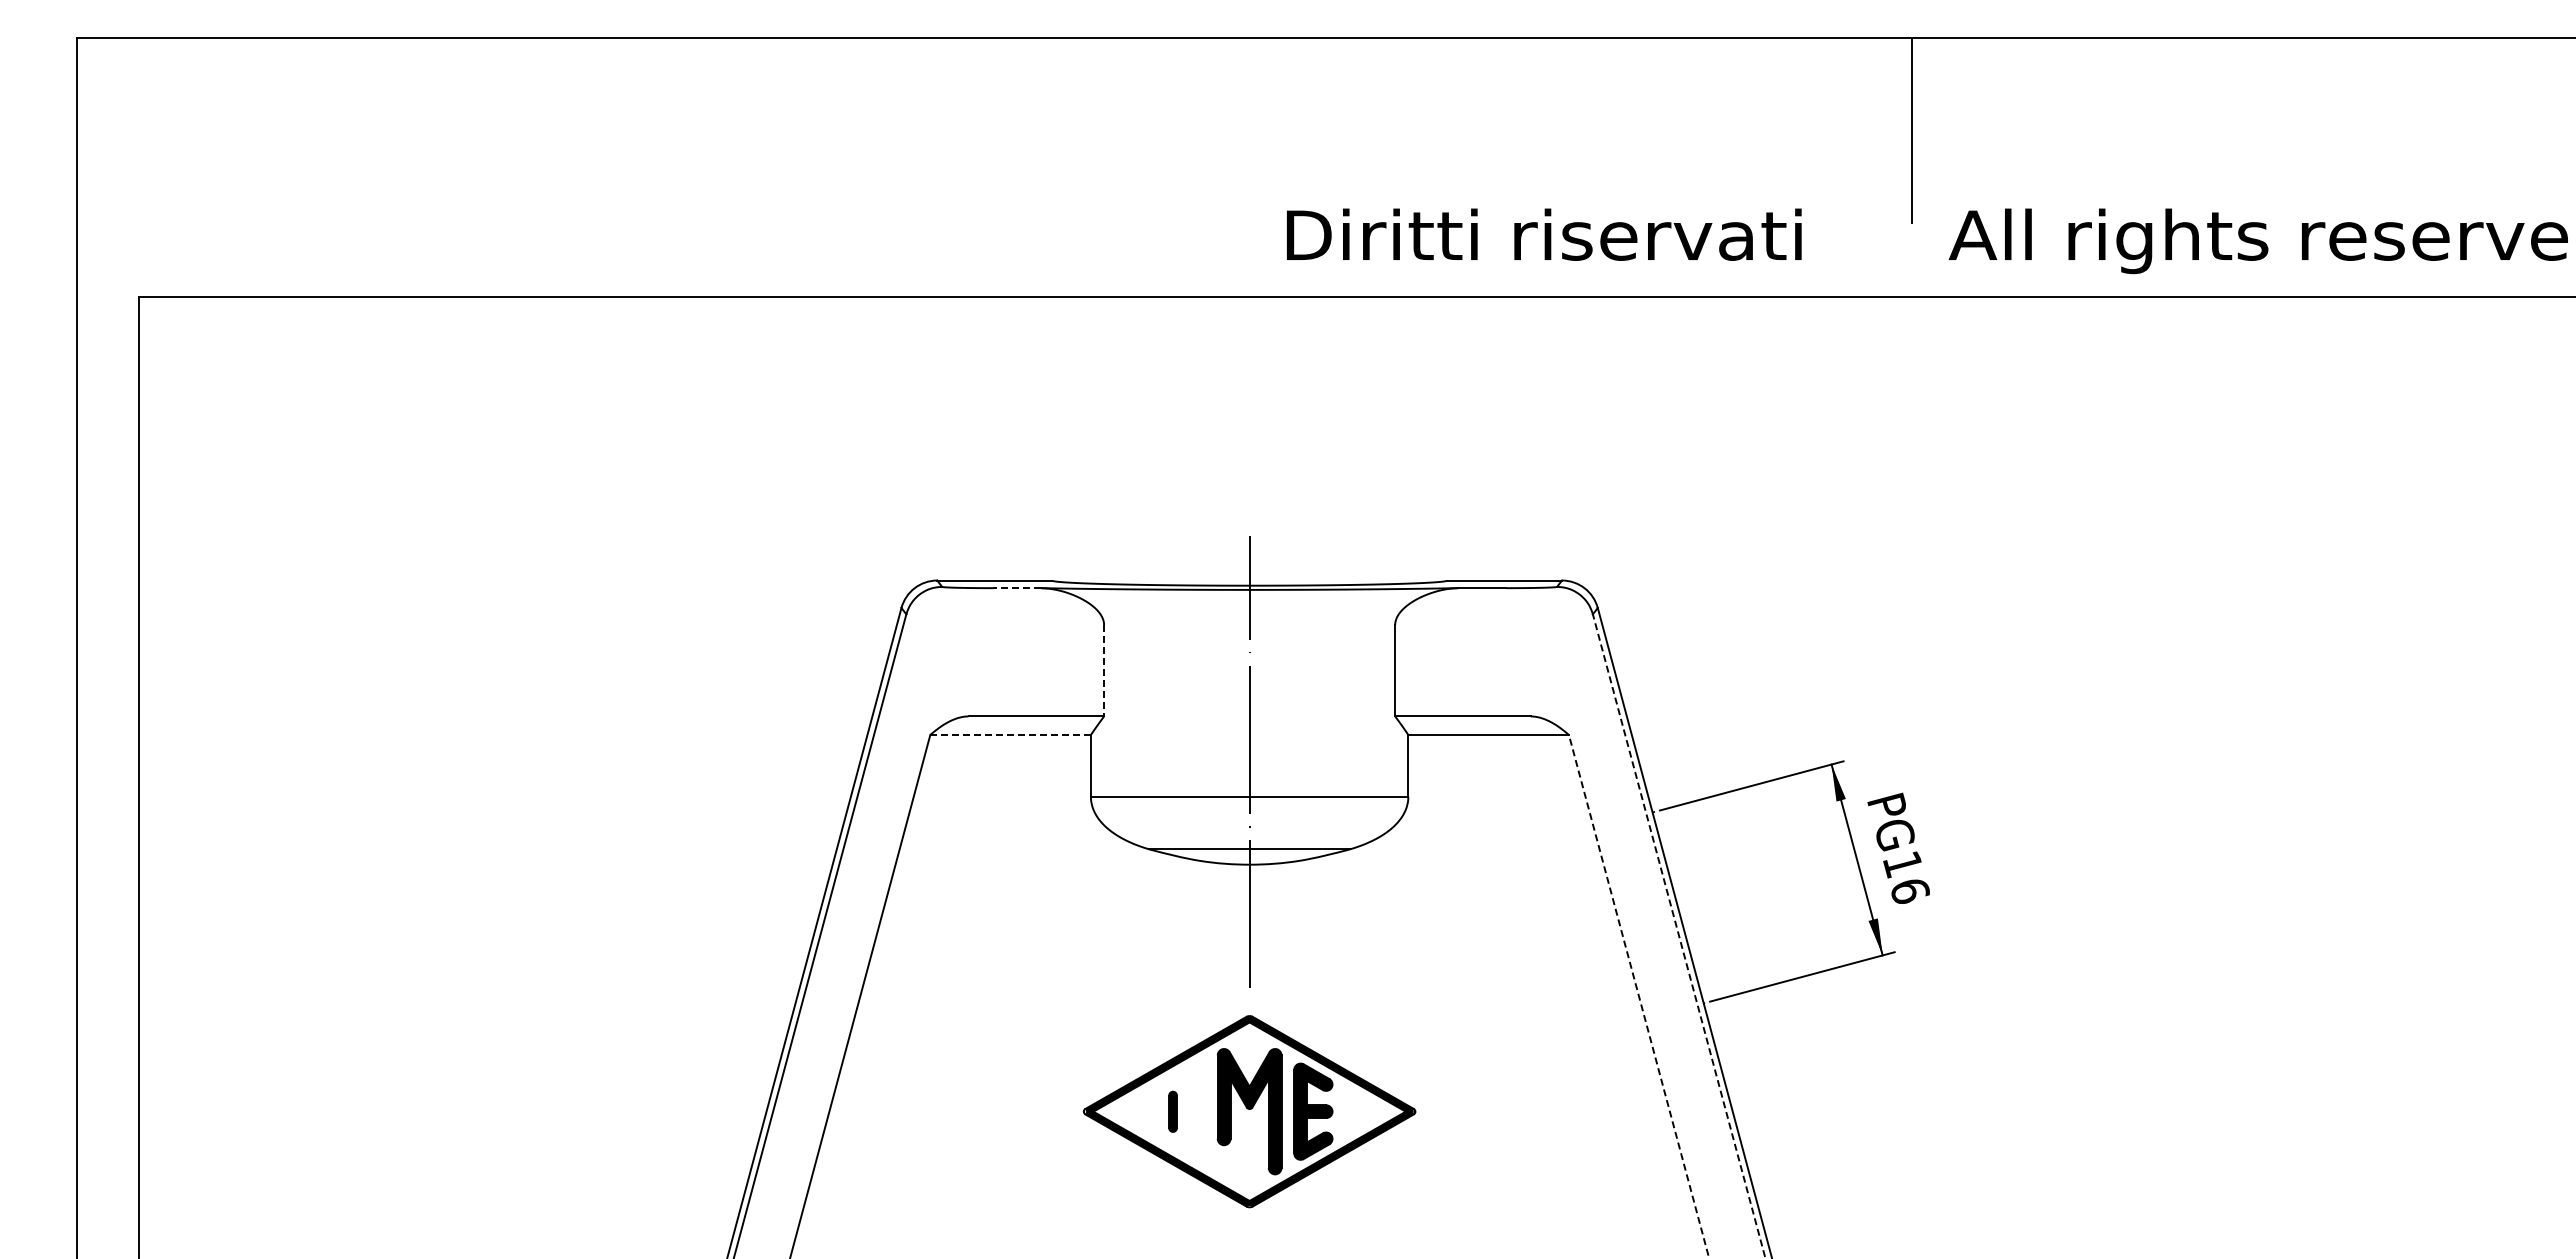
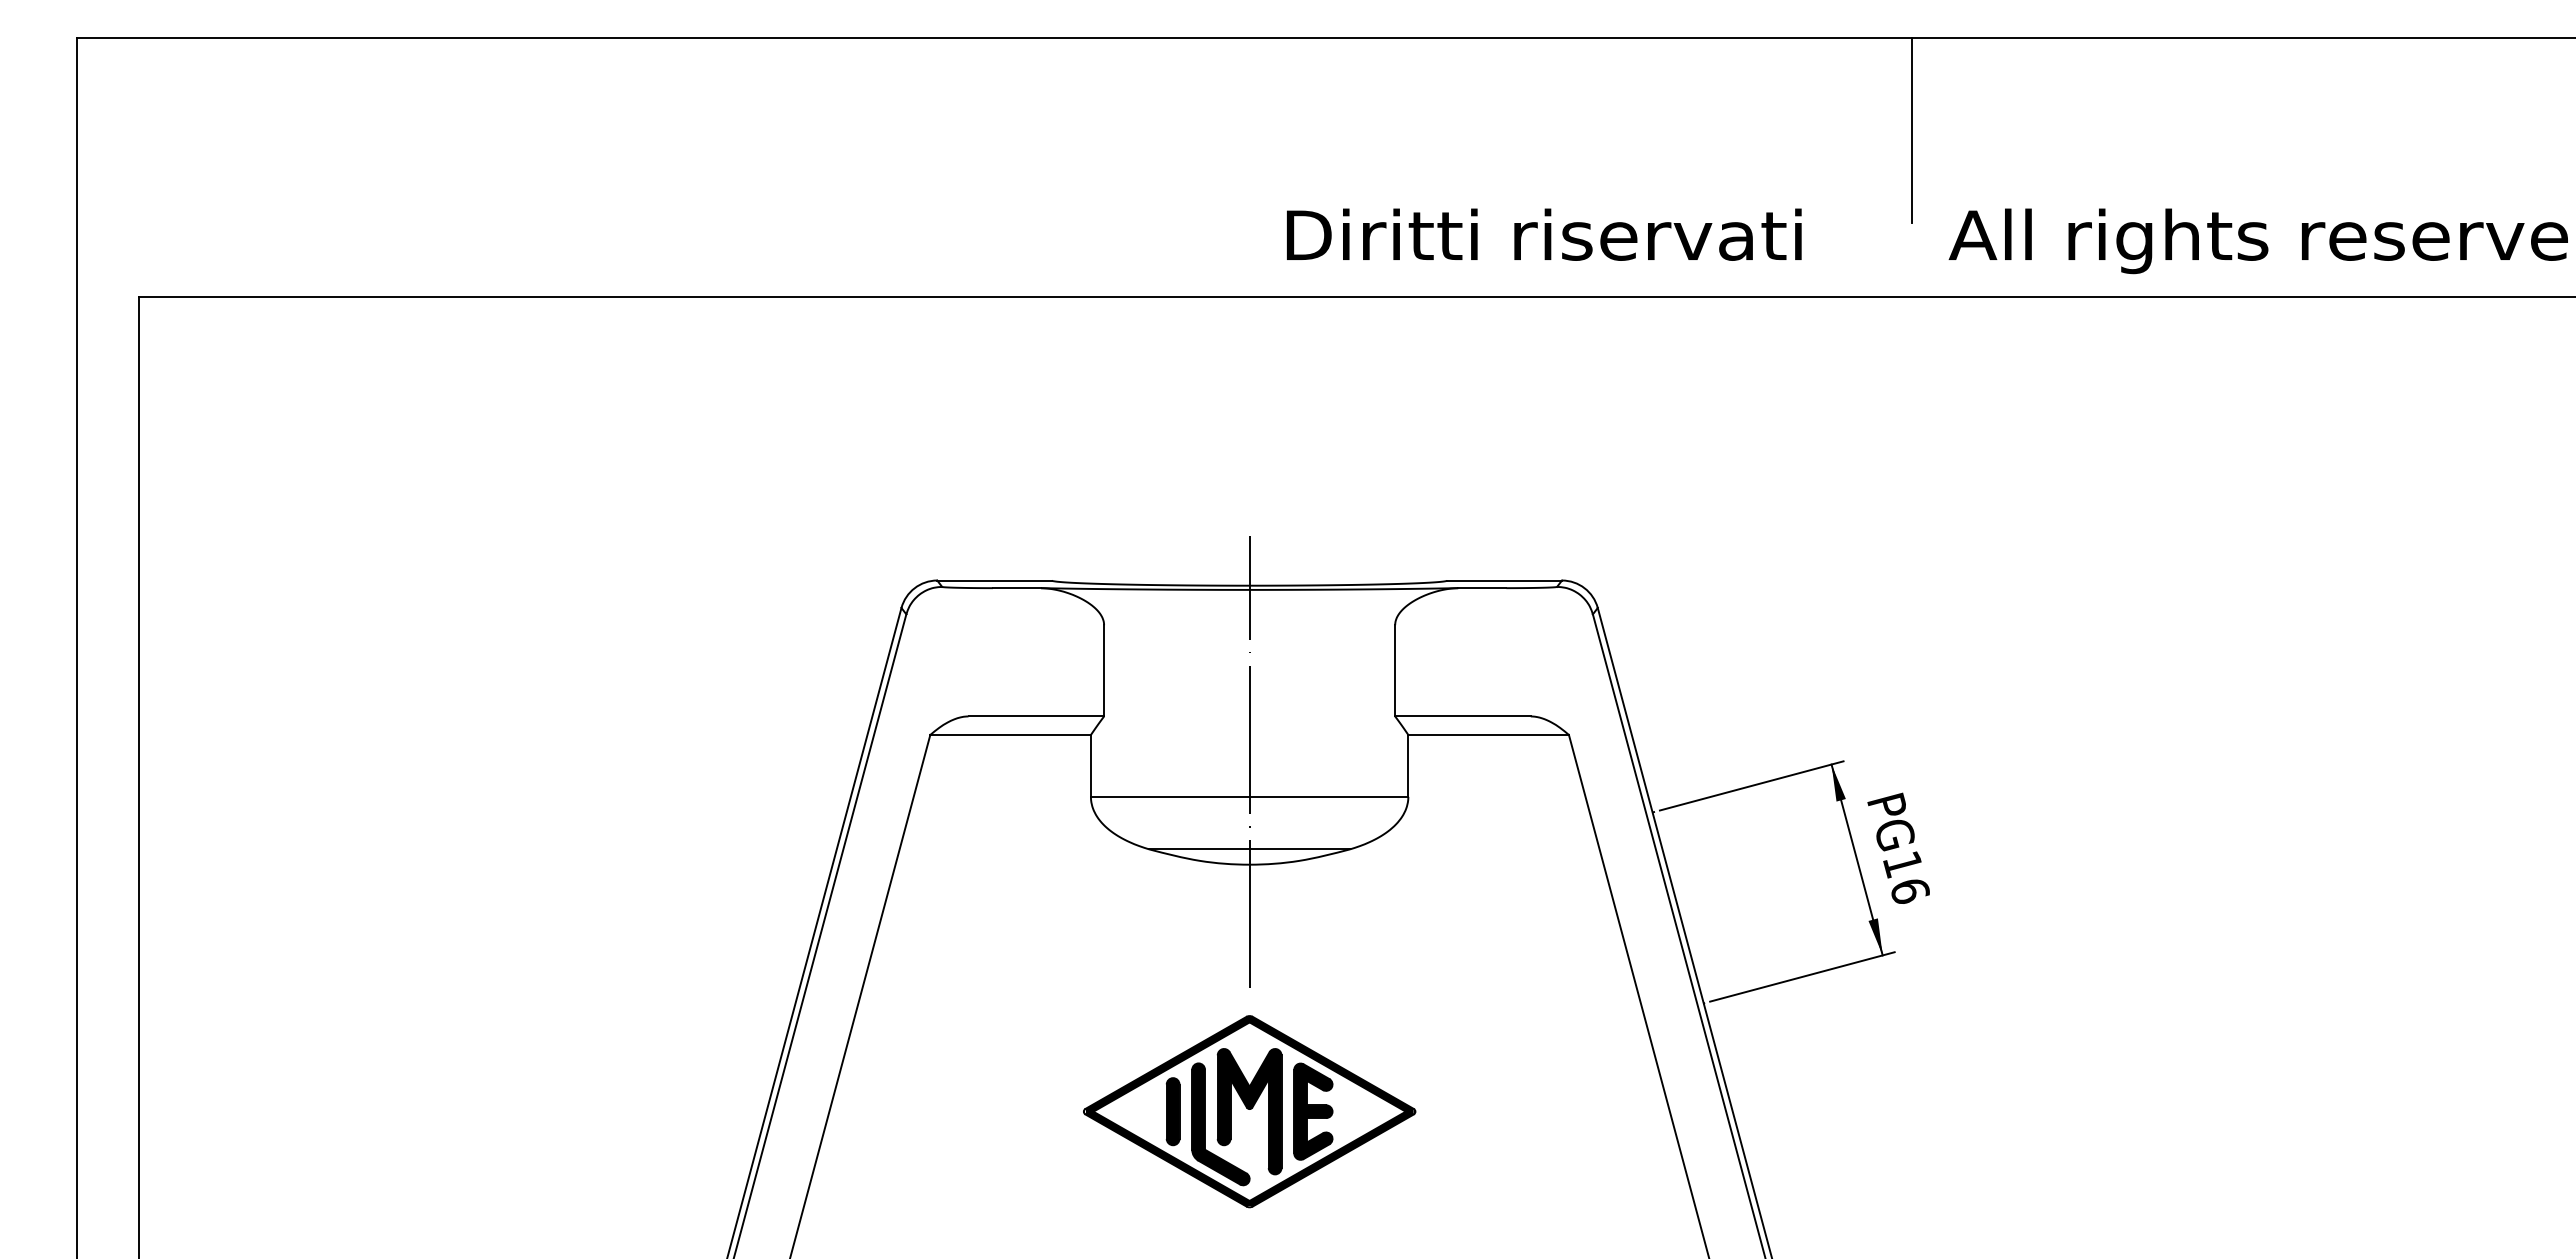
line at (1016, 588): dashed -> solid
line at (1104, 670): dashed -> solid
line at (1011, 734): dashed -> solid
line at (1679, 936): dashed -> solid
line at (1638, 996): dashed -> solid
part at (1172, 1111) size: 10x43 px -> 16x70 px
part at (1205, 1124): none -> present
